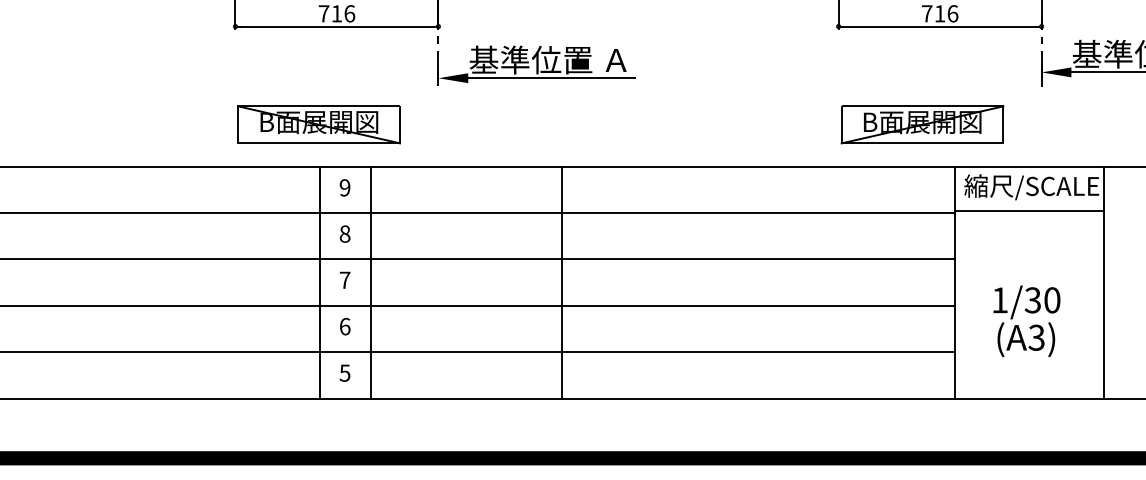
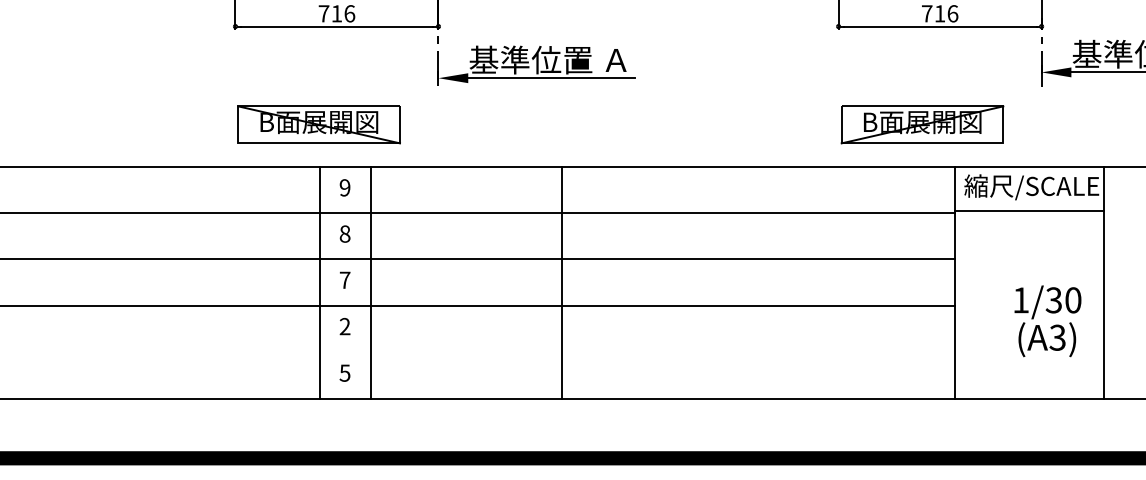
text at (1026, 321) position: (1026, 321) -> (1047, 321)
text at (344, 326): 6 -> 2
line at (478, 352): present -> none
